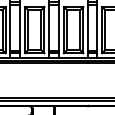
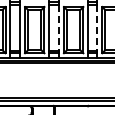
line at (59, 28): solid -> dashed
line at (97, 28): solid -> dashed
